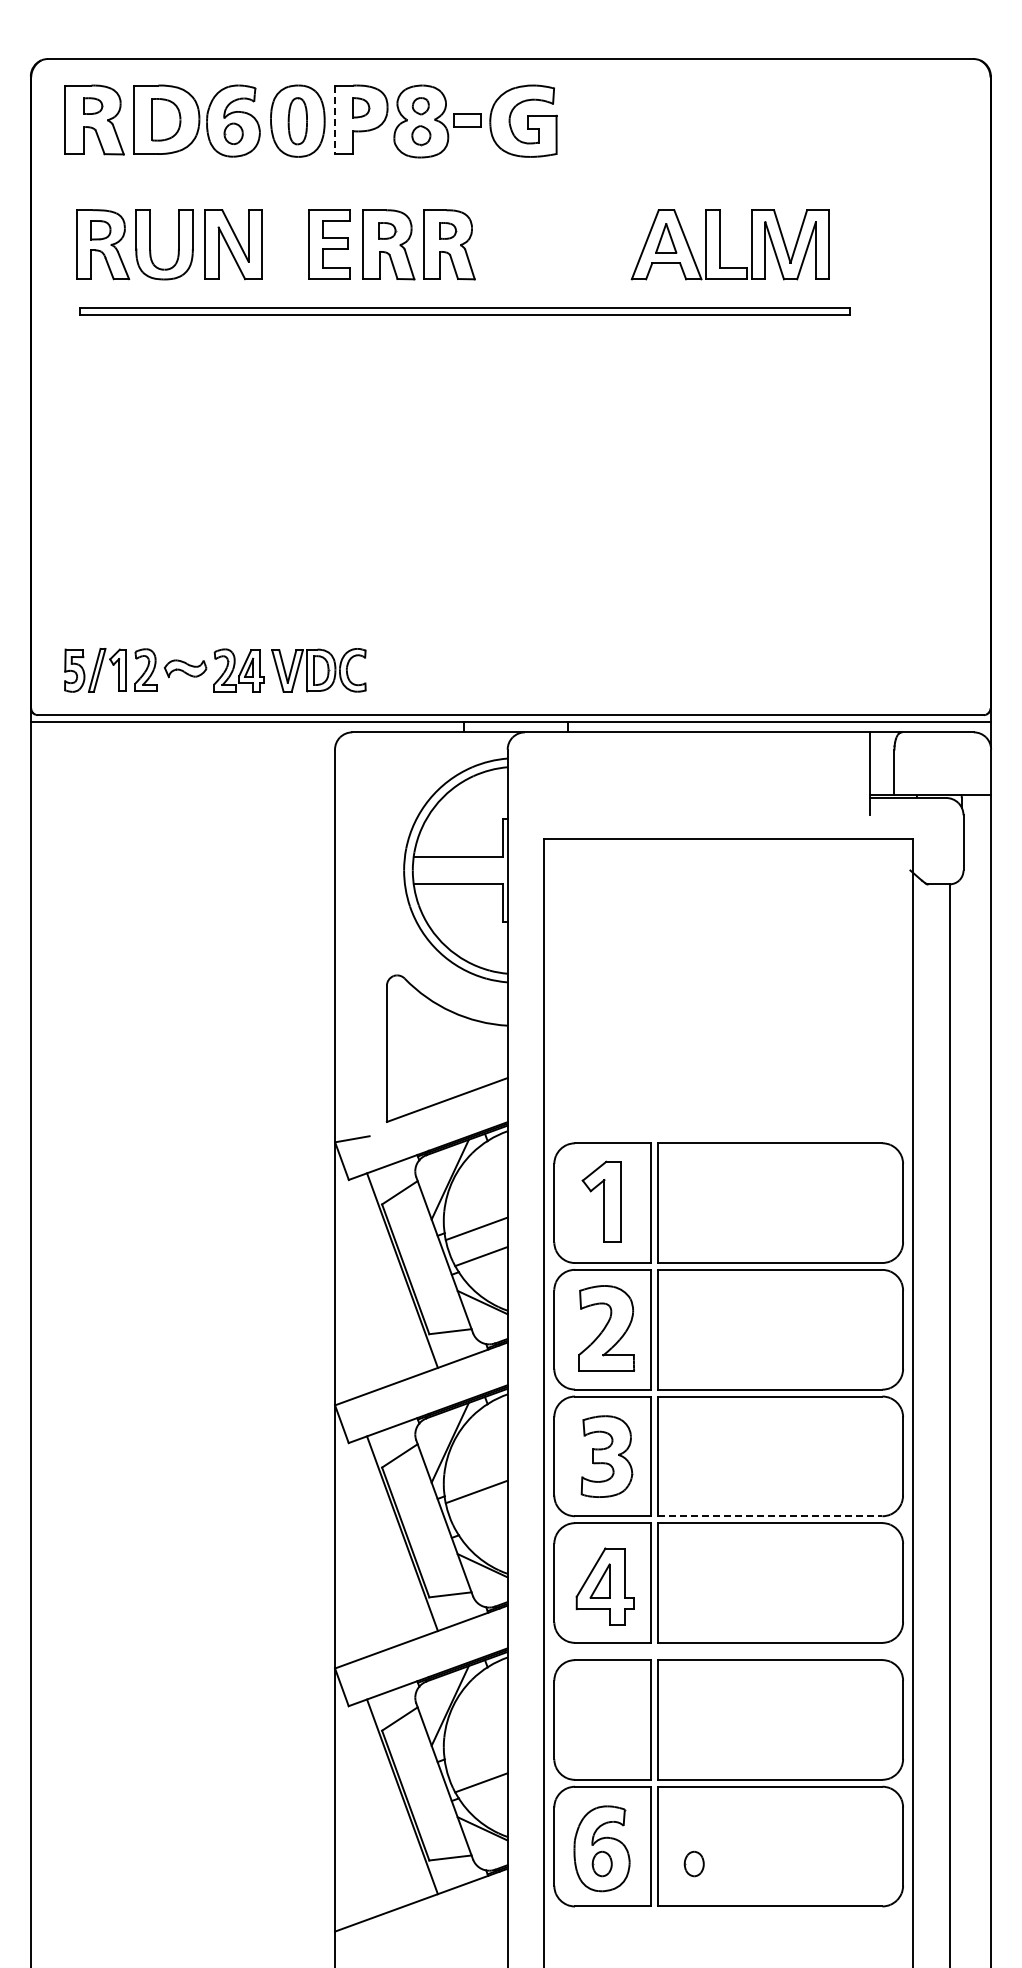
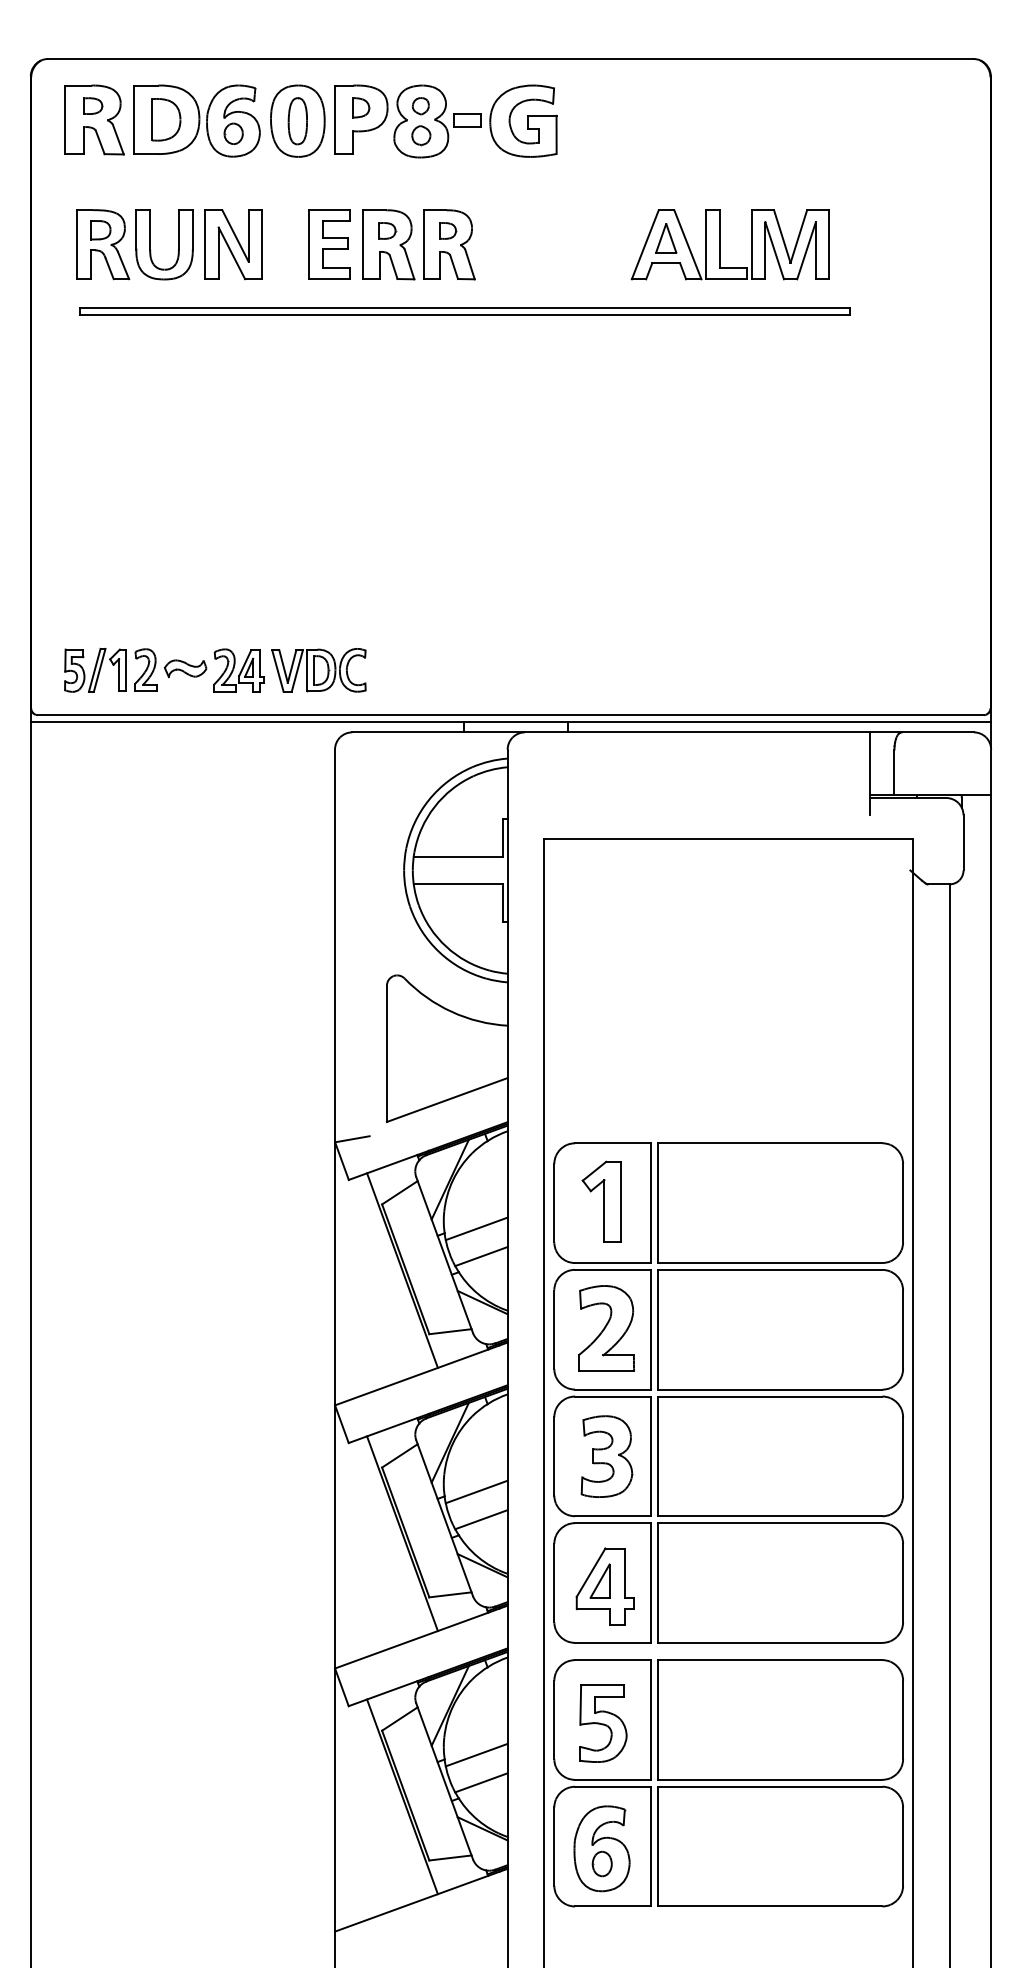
line at (334, 120): dashed -> solid
line at (770, 1516): dashed -> solid
line at (481, 1519): none -> present
part at (603, 1723): none -> present
line at (476, 1754): none -> present
part at (693, 1863): present -> none
